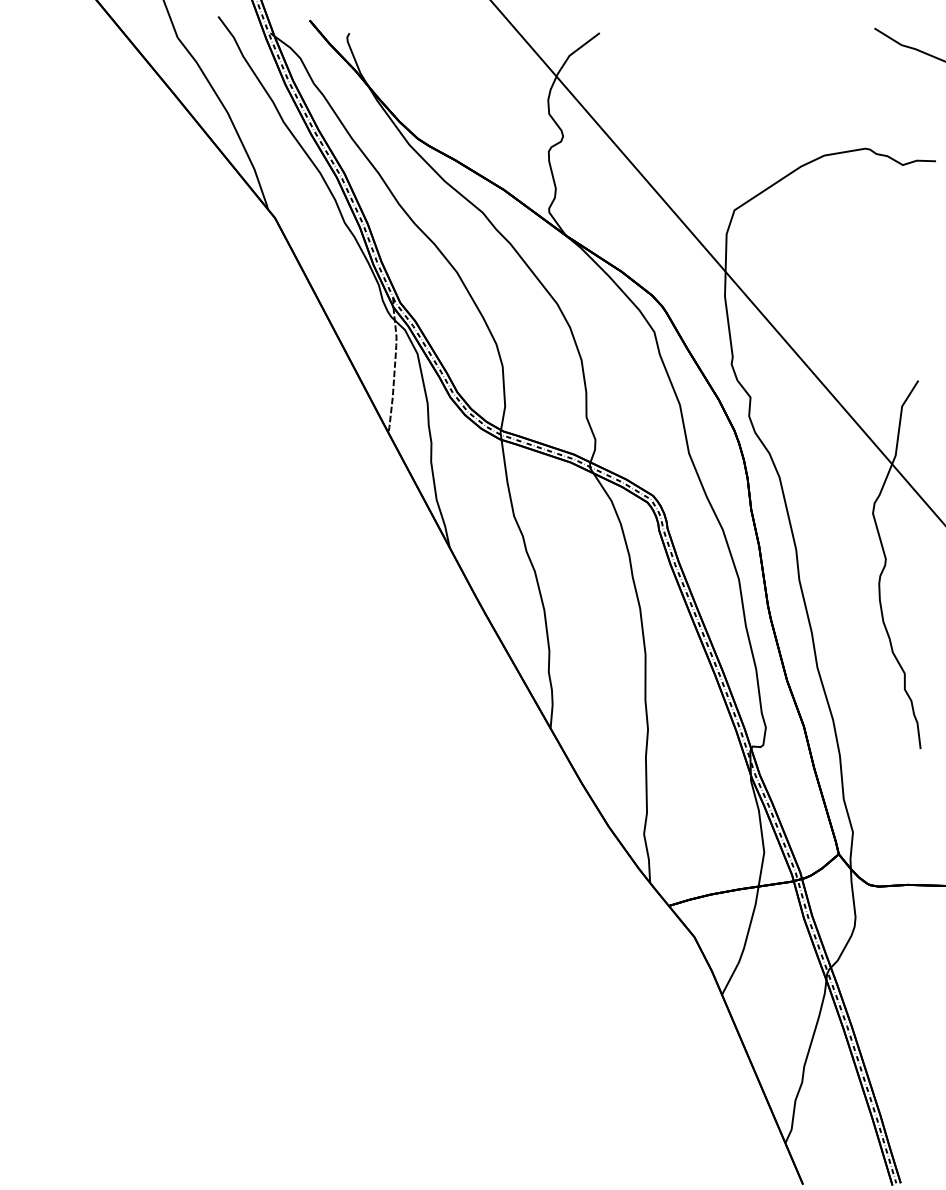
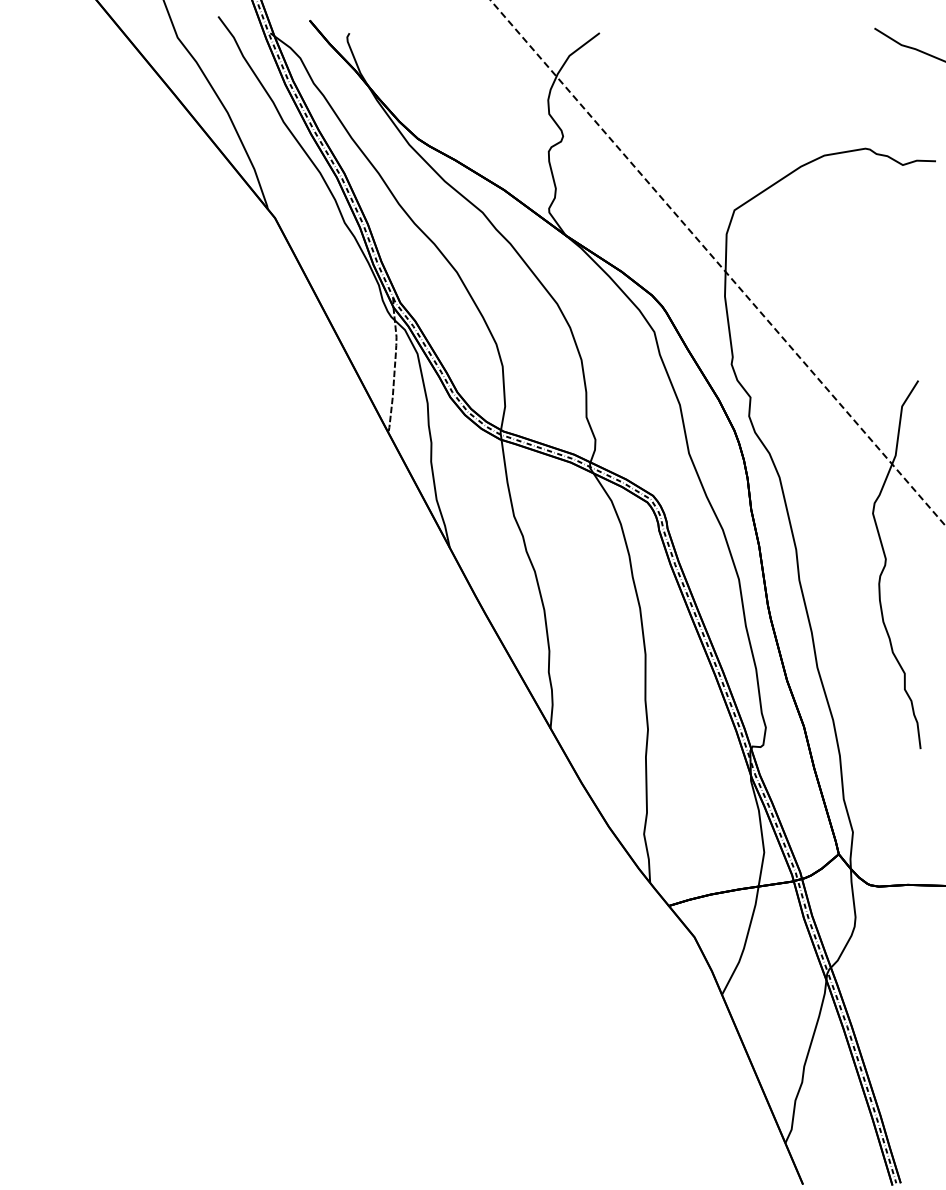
line at (717, 263): solid -> dashed
